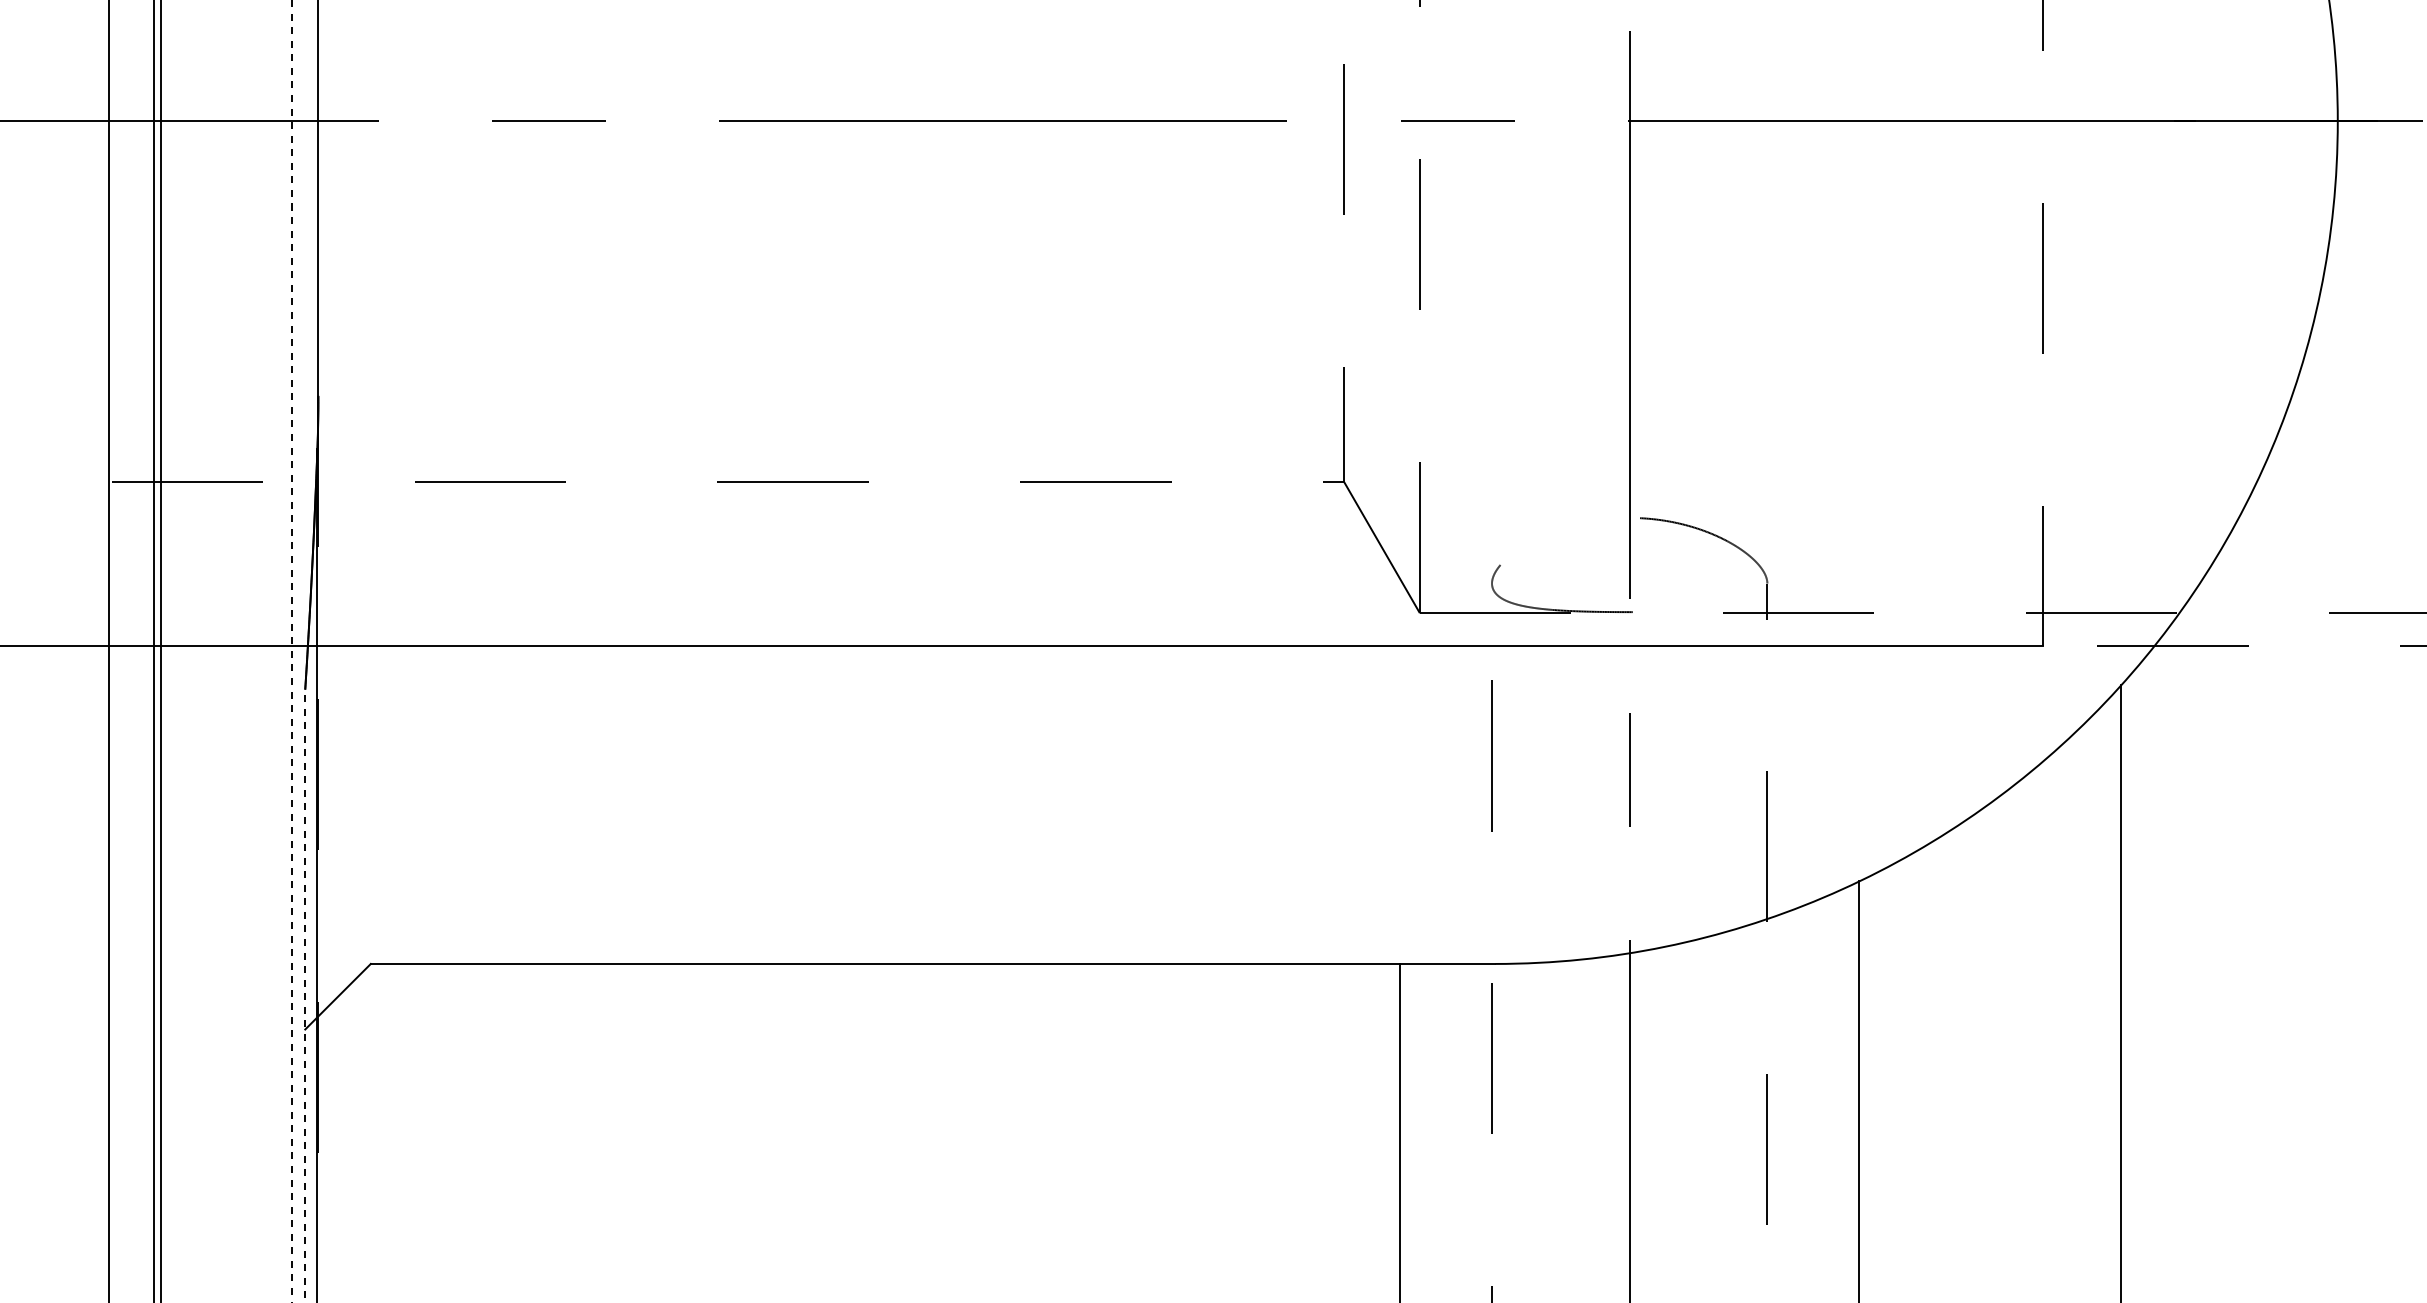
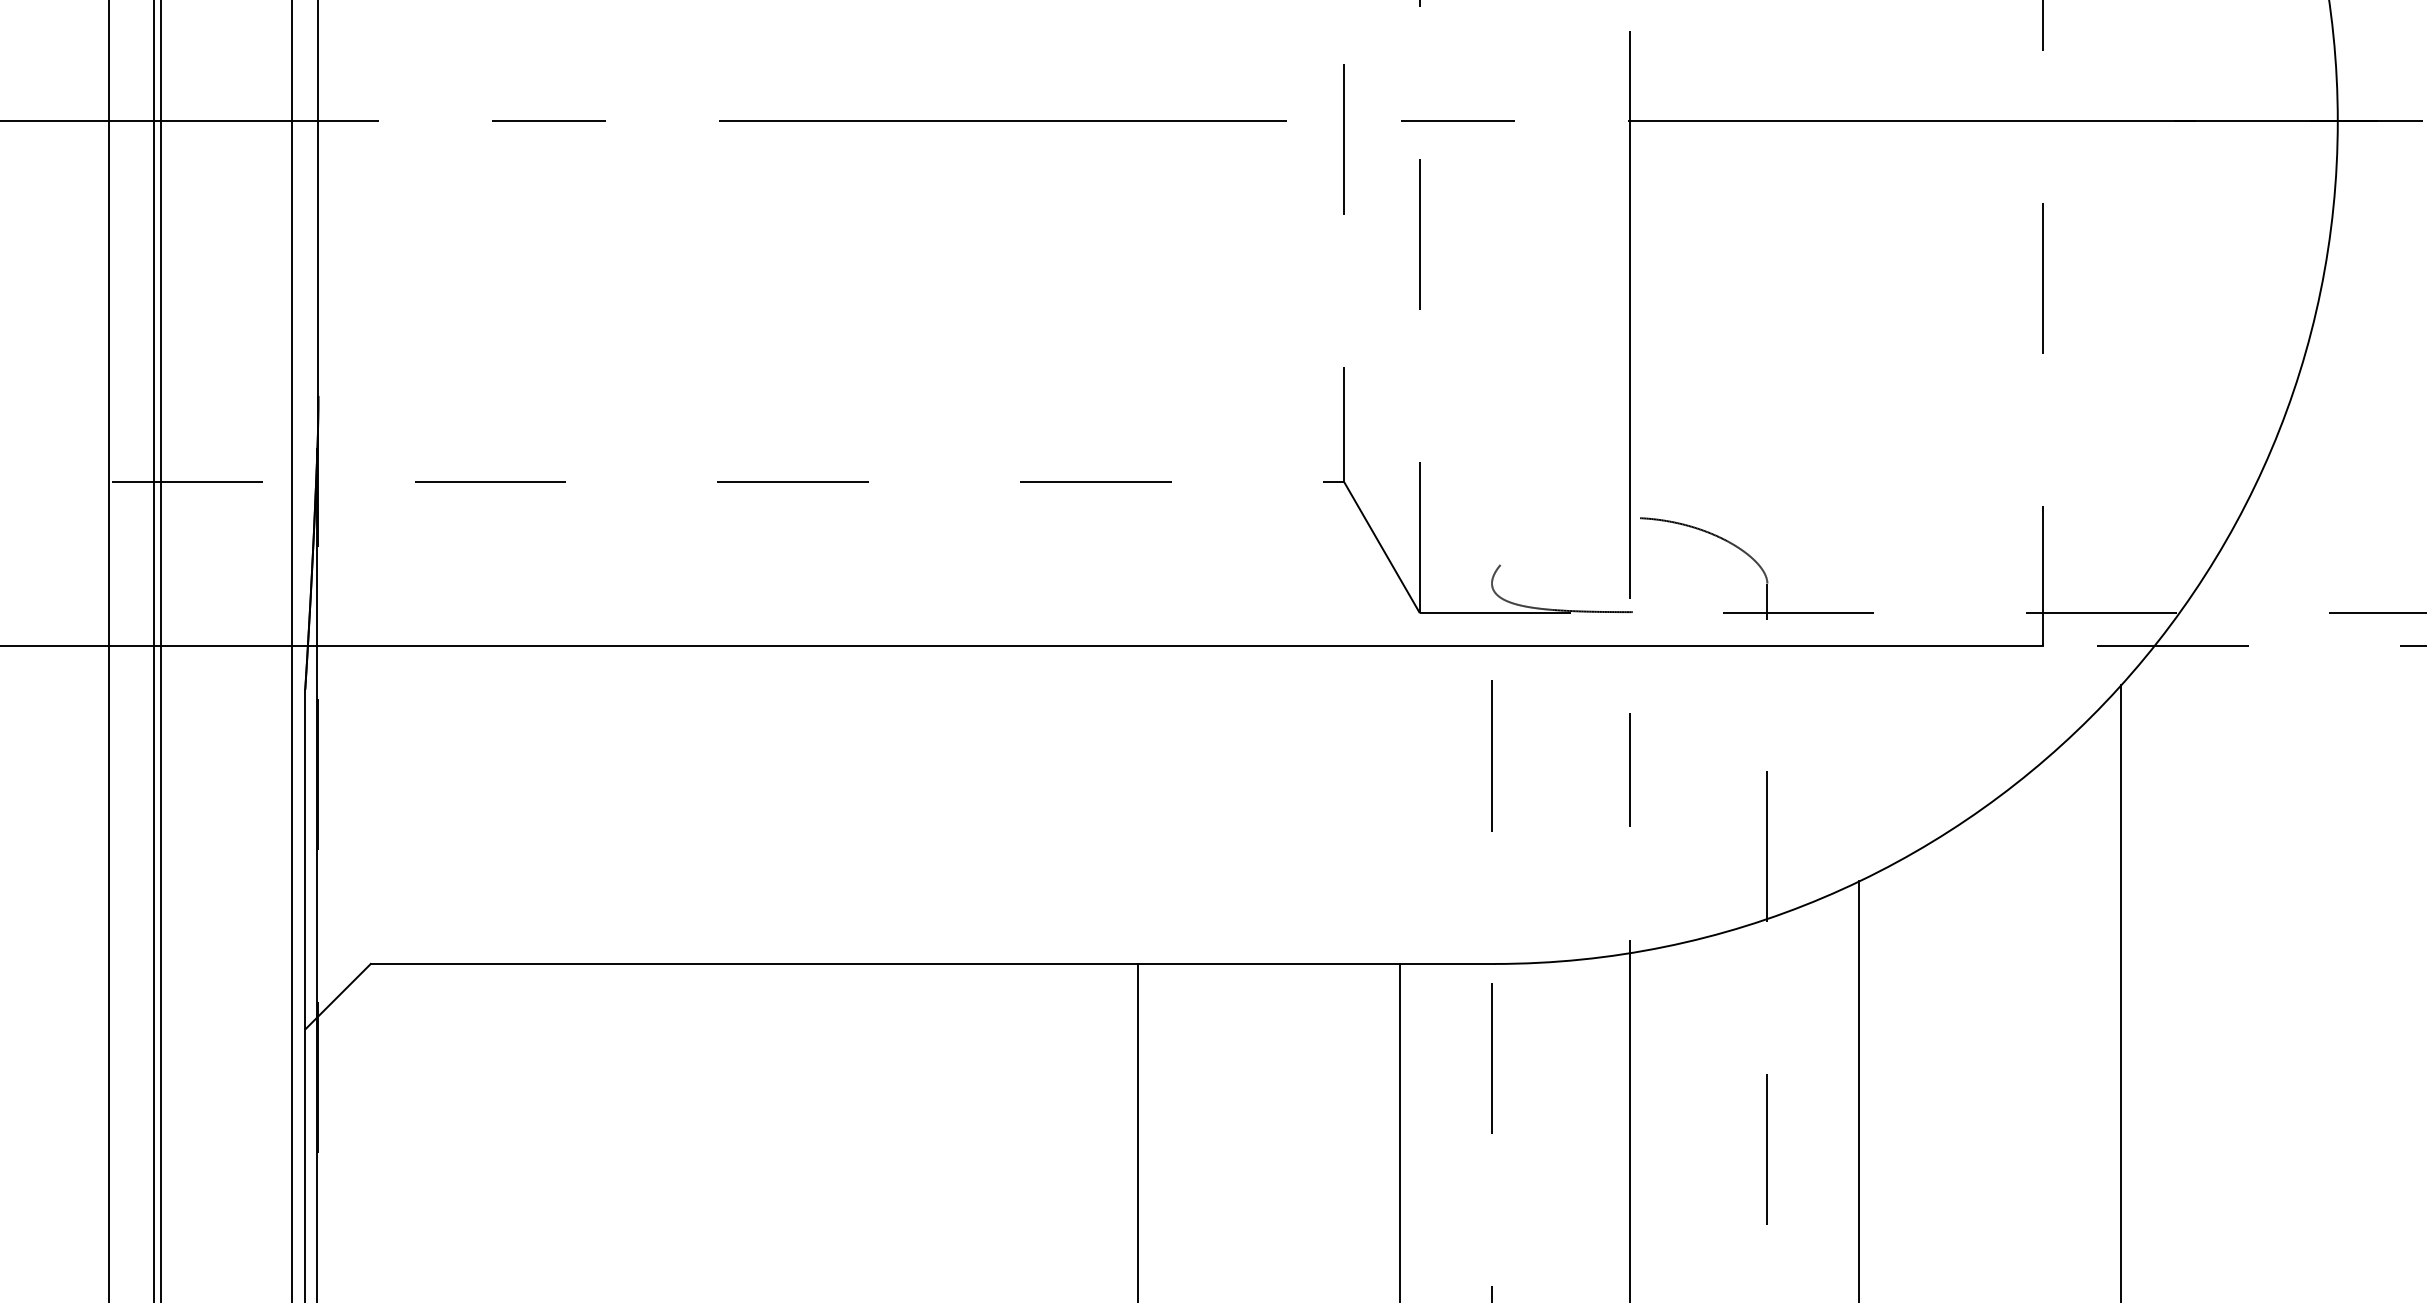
line at (292, 651): dashed -> solid
line at (305, 995): dashed -> solid
line at (1137, 1131): none -> present
